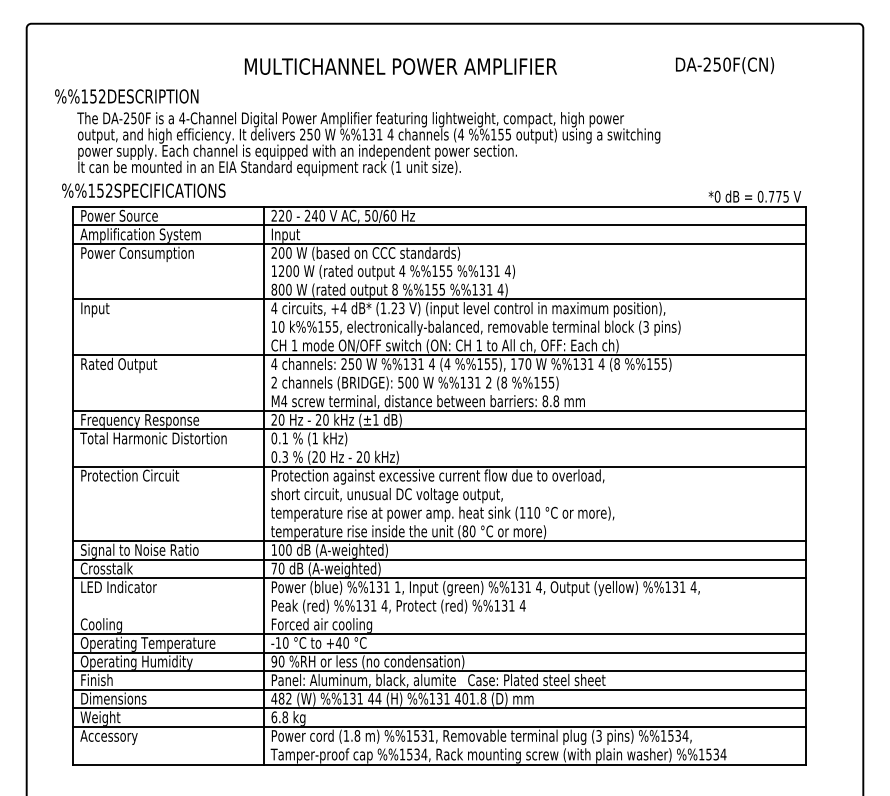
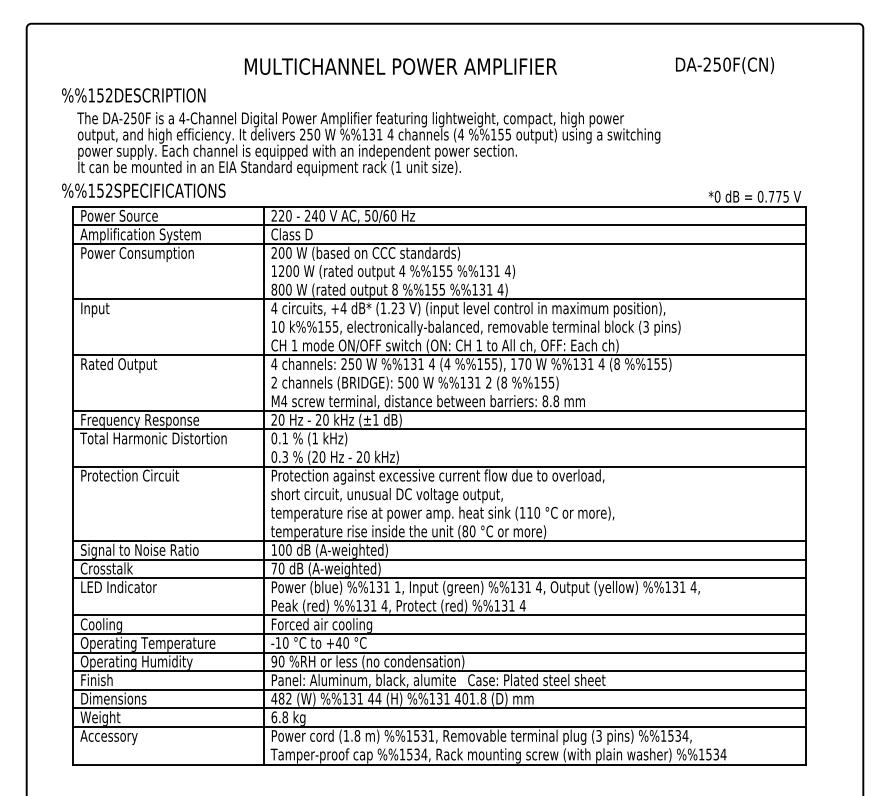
text at (126, 96) position: (126, 96) -> (133, 95)
text at (291, 235): Input -> Class D
line at (439, 615): none -> present
